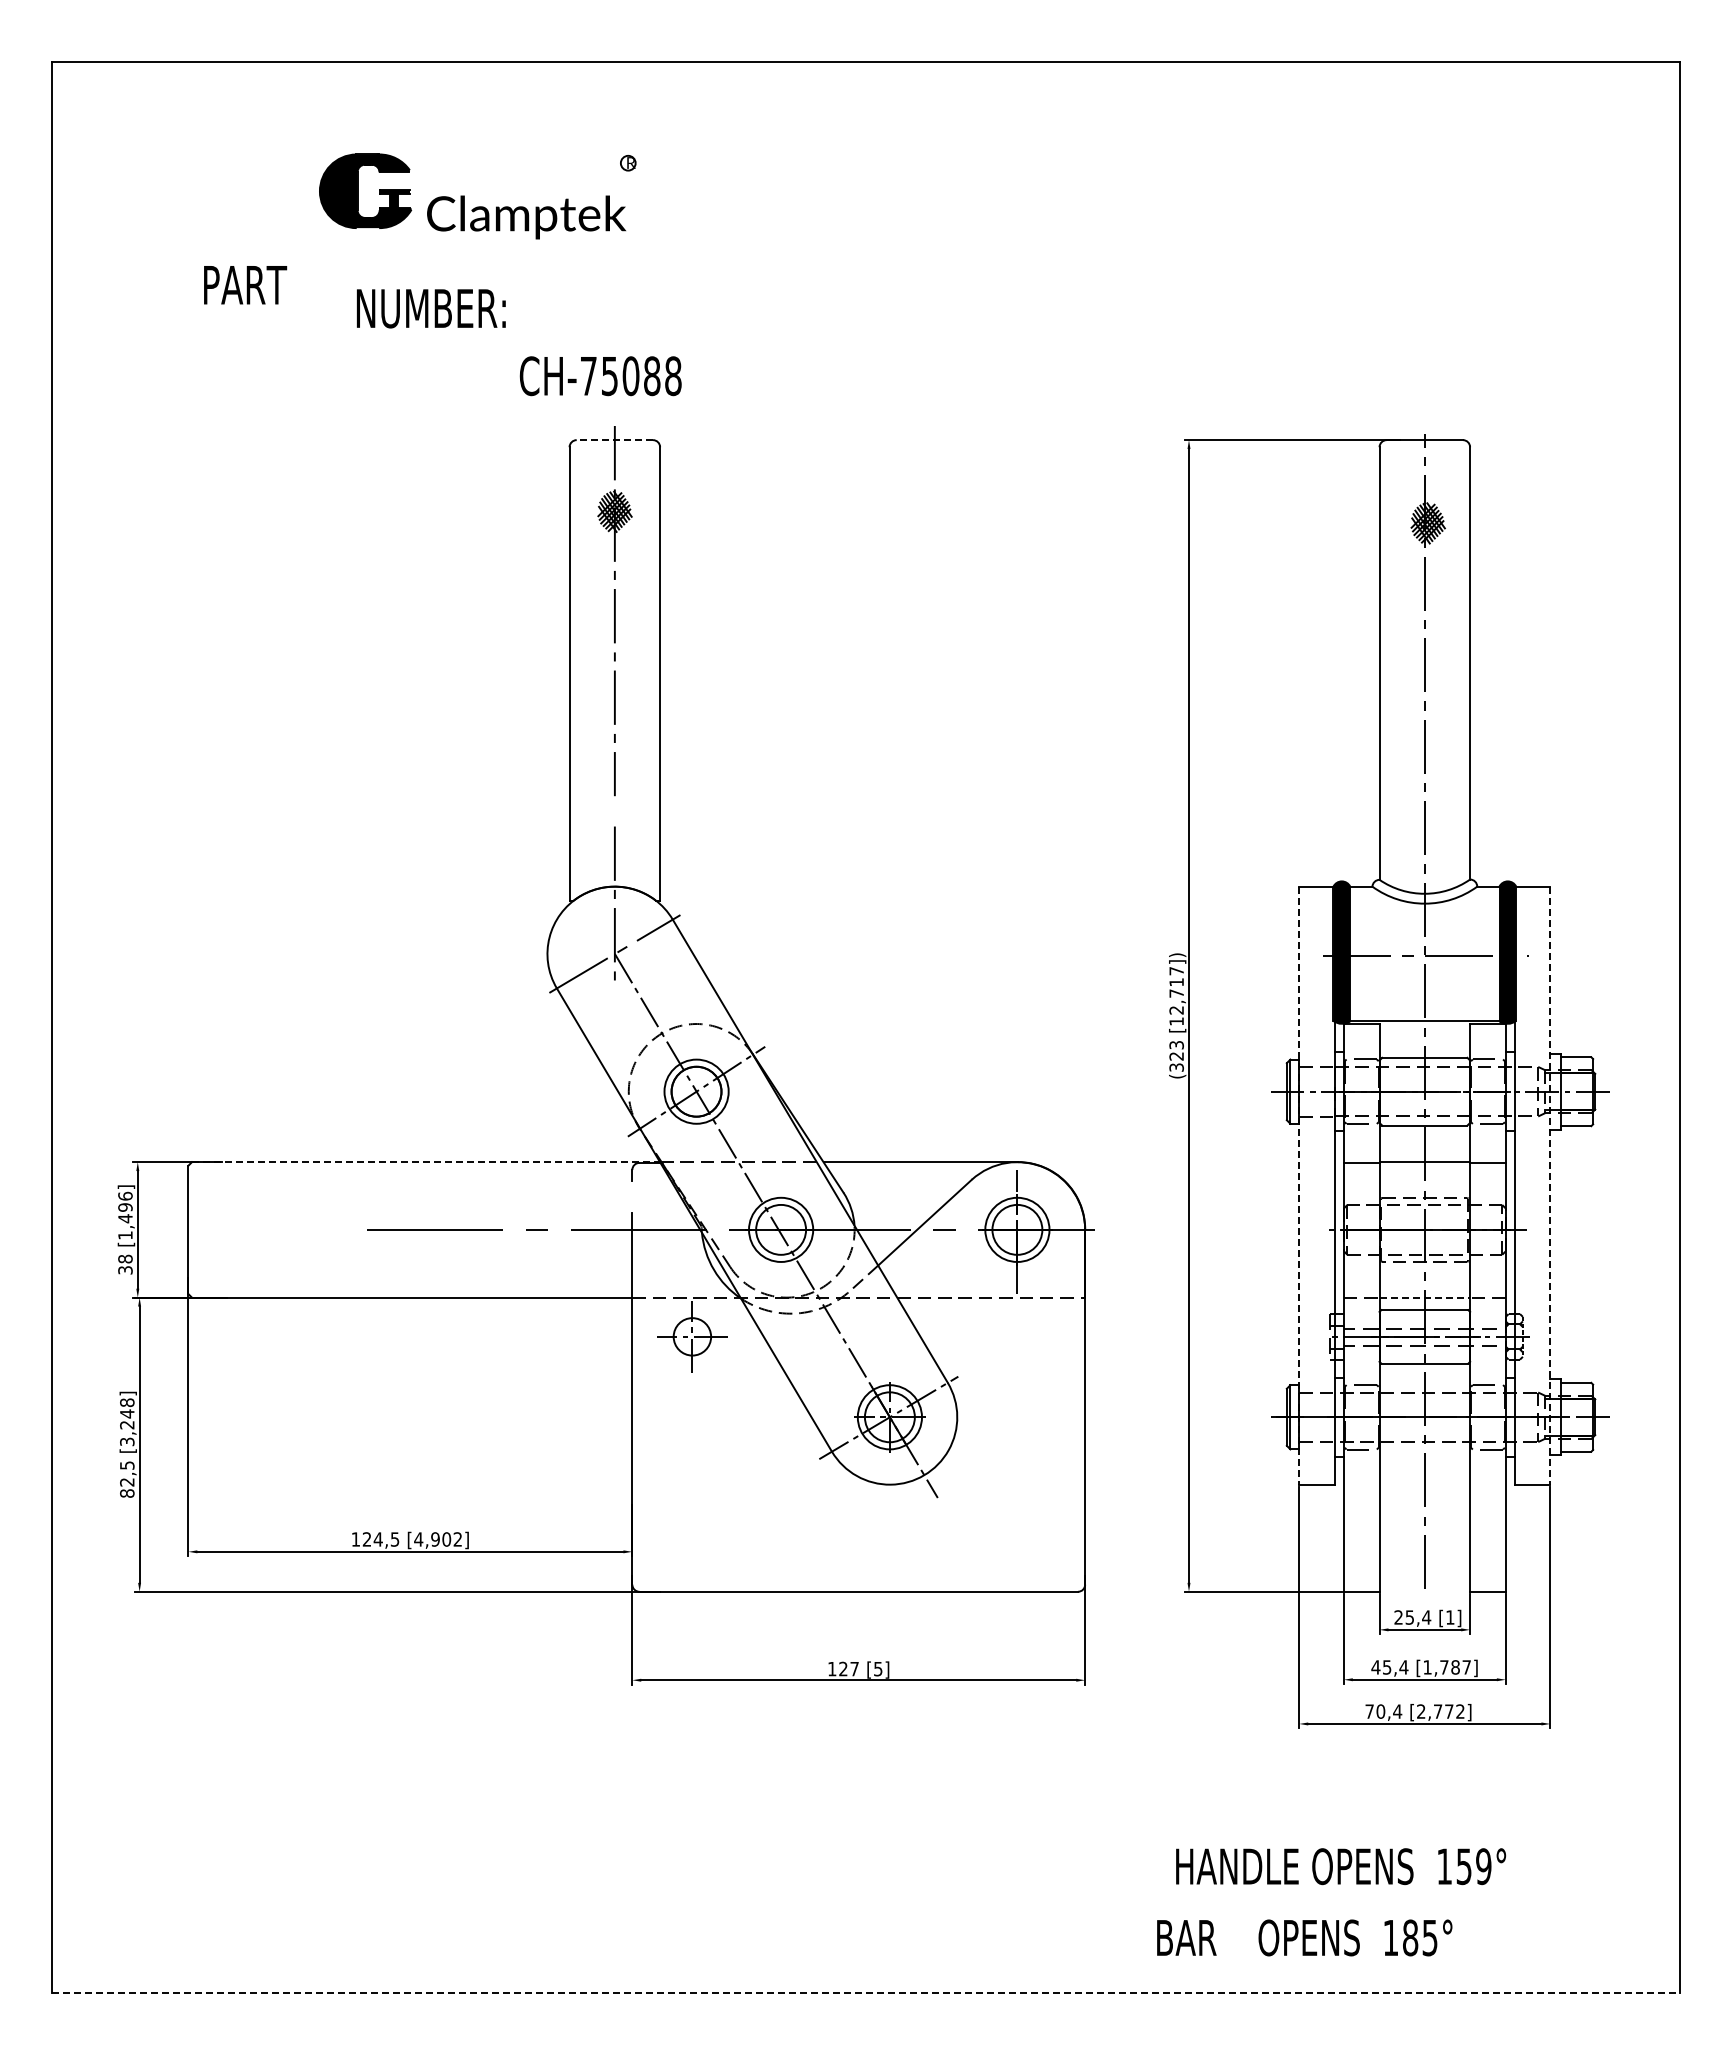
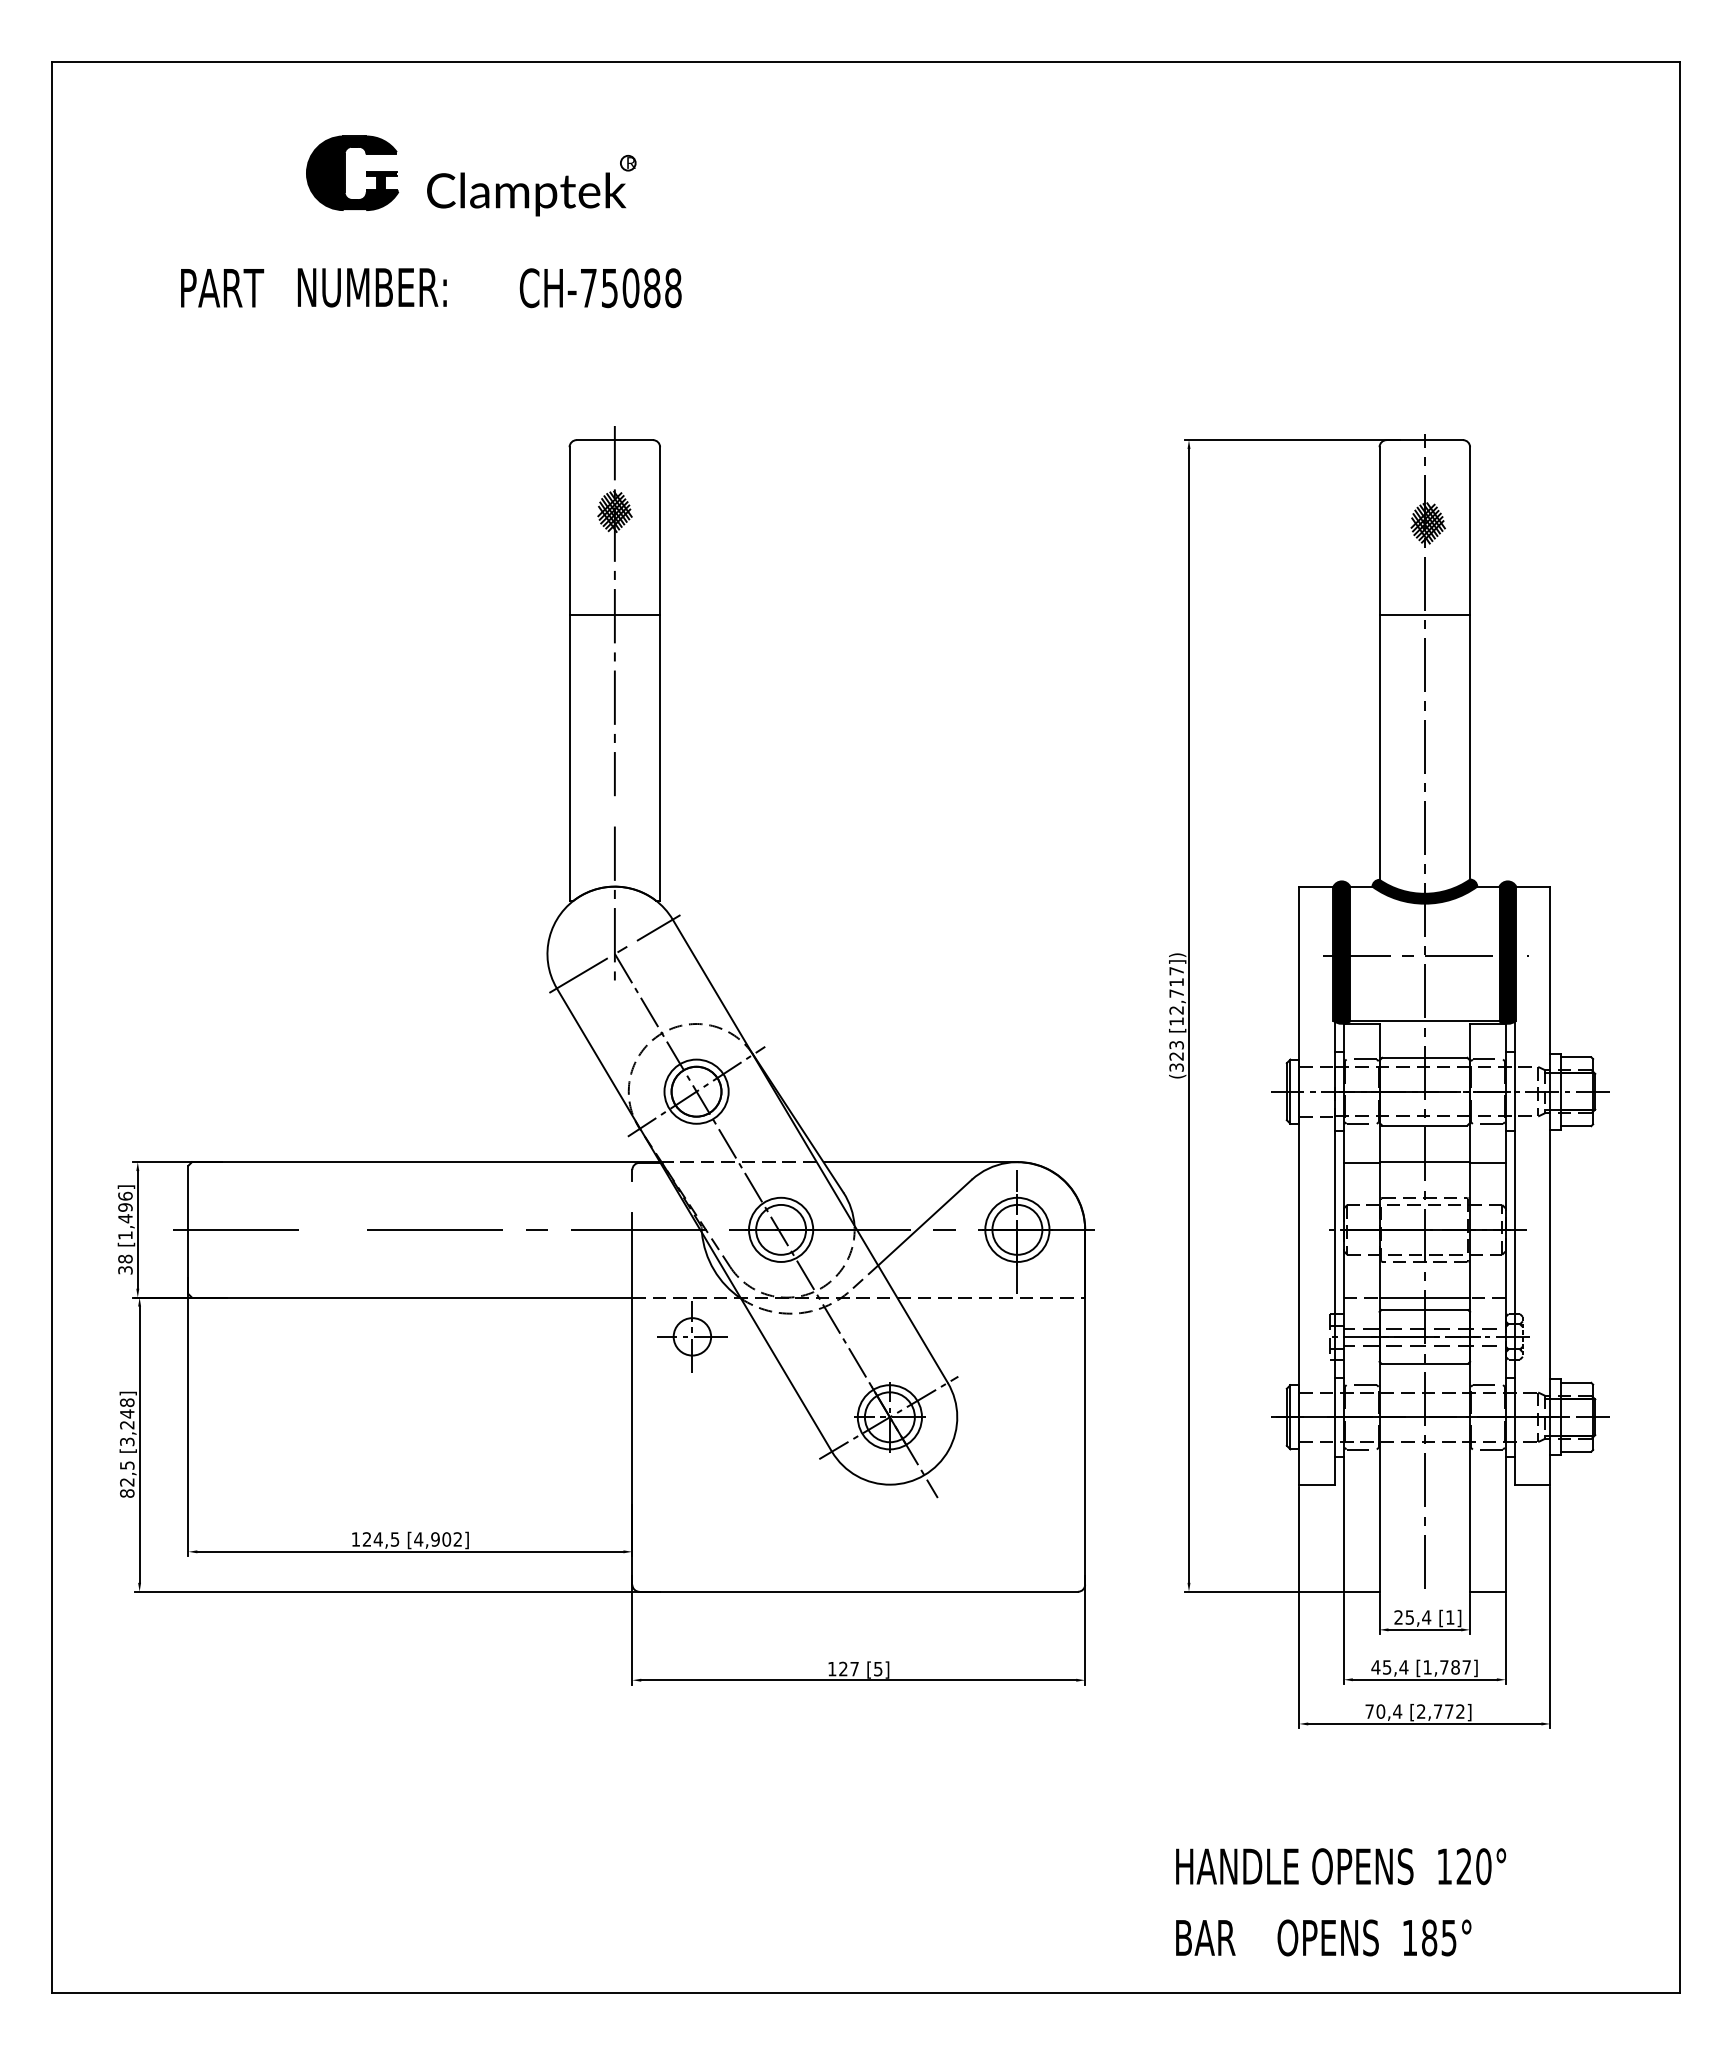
part at (358, 190) position: (358, 190) -> (345, 172)
text at (526, 217) position: (526, 217) -> (526, 194)
text at (245, 285) position: (245, 285) -> (222, 288)
text at (431, 308) position: (431, 308) -> (372, 287)
text at (600, 376) position: (600, 376) -> (600, 288)
line at (614, 440): dashed -> solid
line at (614, 614): none -> present
line at (1424, 614): none -> present
fill at (1424, 891): none -> present
line at (426, 1162): dashed -> solid
line at (1299, 1186): dashed -> solid
line at (1550, 1186): dashed -> solid
line at (235, 1229): none -> present
line at (1425, 1297): dashed -> solid
text at (1473, 1866): 159° -> 120°
text at (1304, 1937) position: (1304, 1937) -> (1323, 1937)
line at (866, 1993): dashed -> solid
